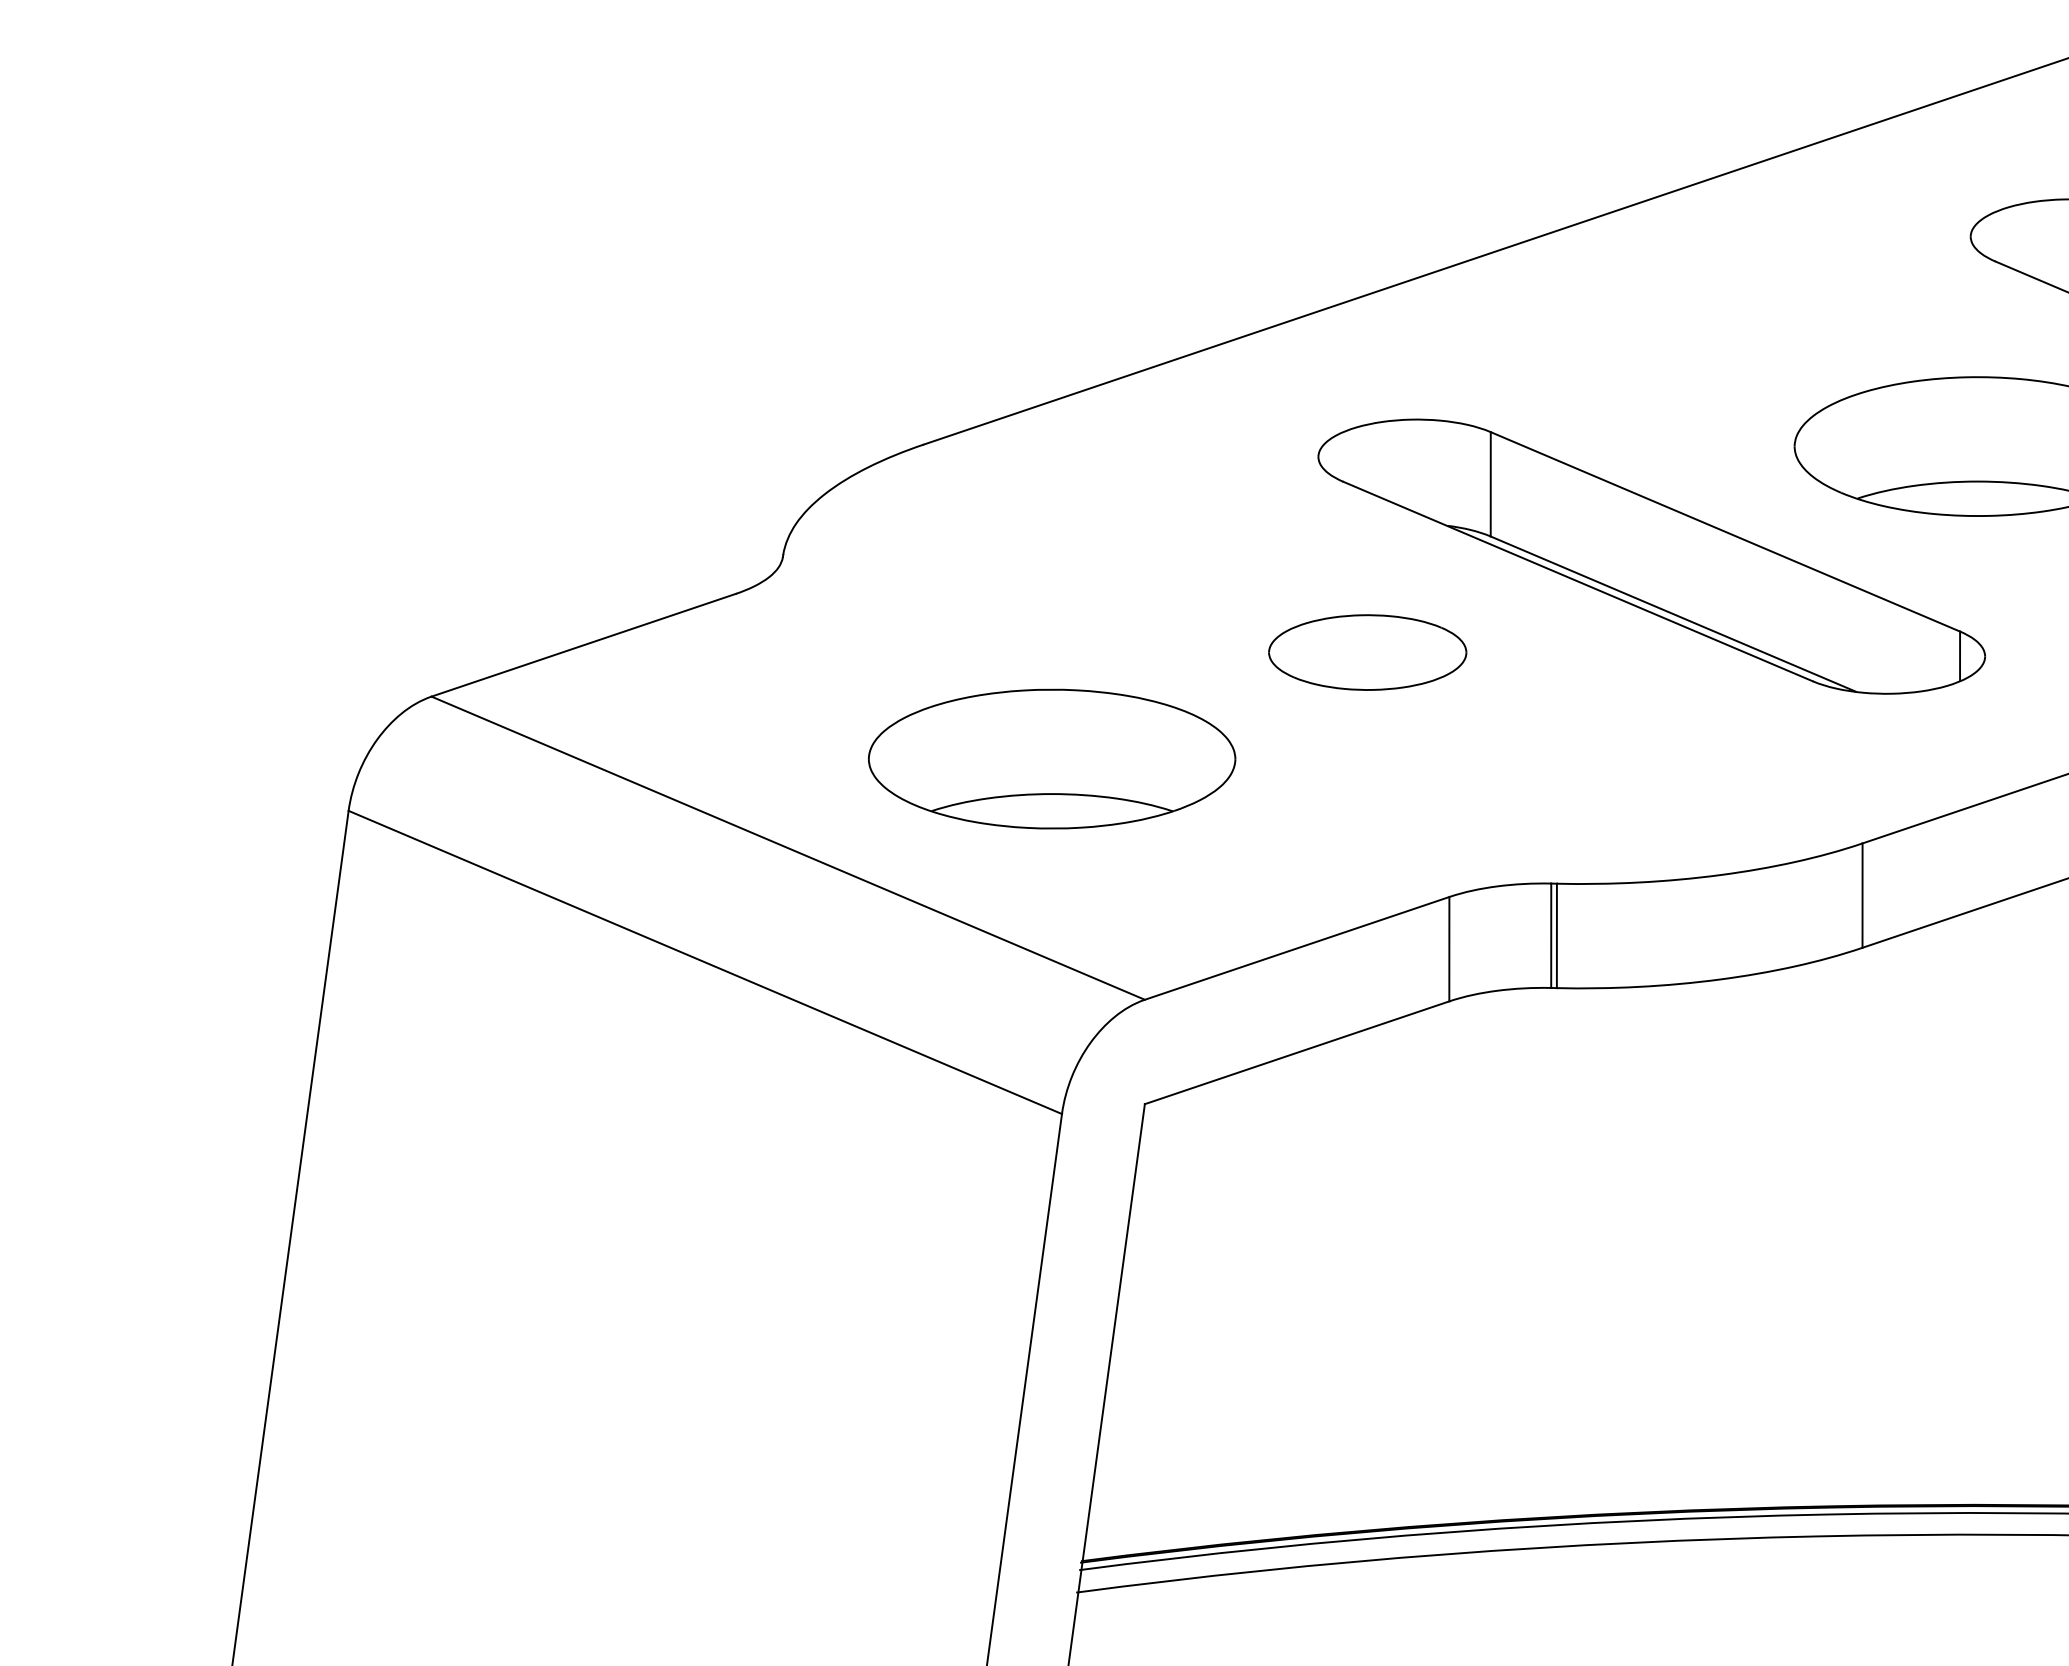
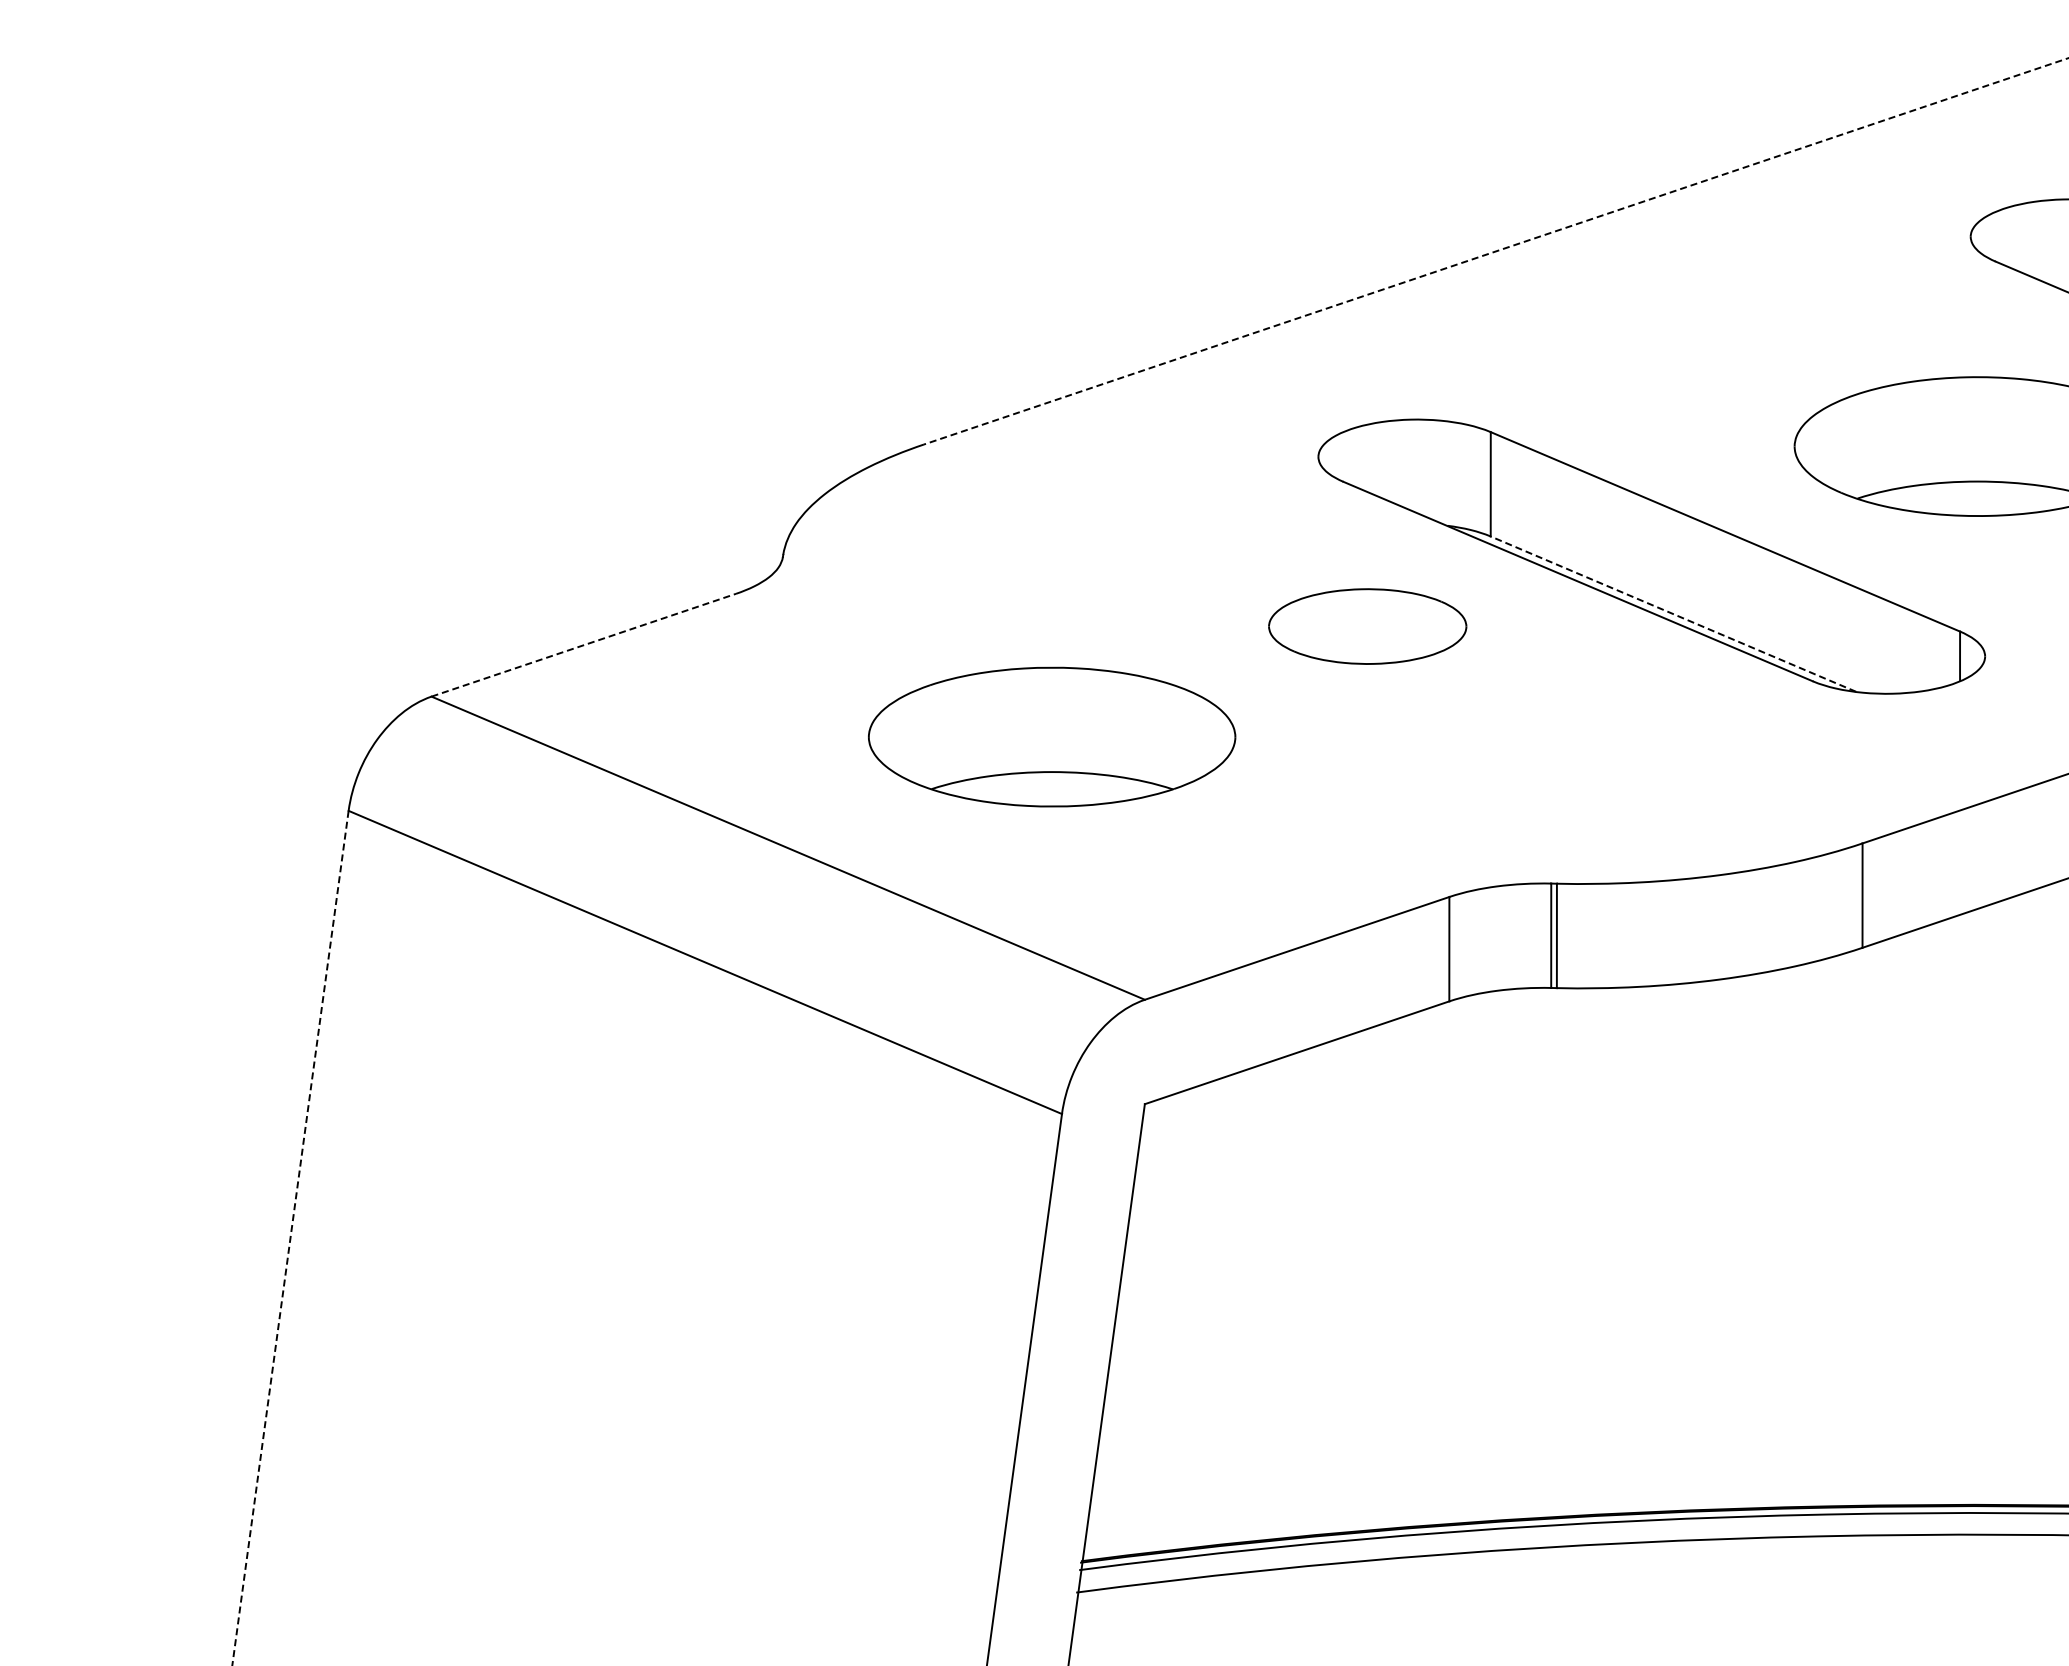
line at (1495, 251): solid -> dashed
line at (1672, 613): solid -> dashed
line at (583, 645): solid -> dashed
part at (1367, 652) position: (1367, 652) -> (1367, 626)
part at (1052, 758) position: (1052, 758) -> (1052, 736)
line at (290, 1238): solid -> dashed
